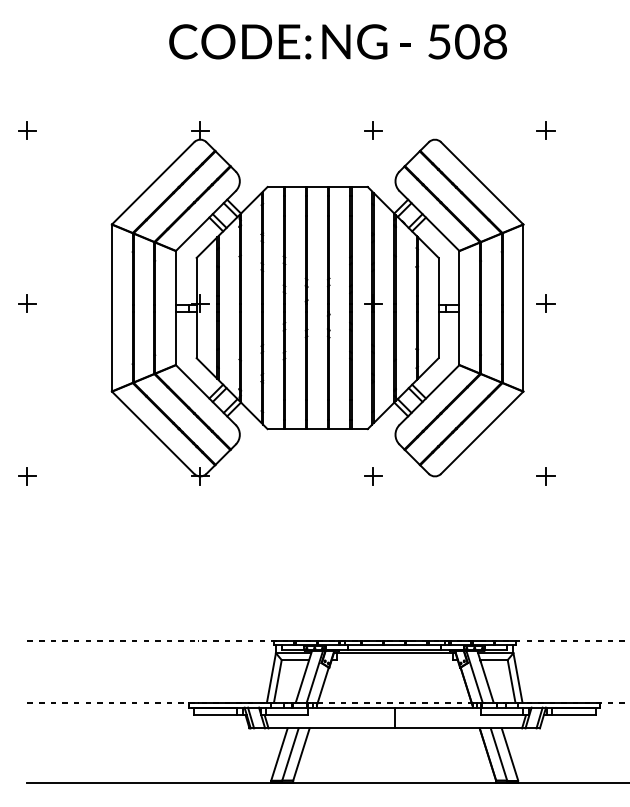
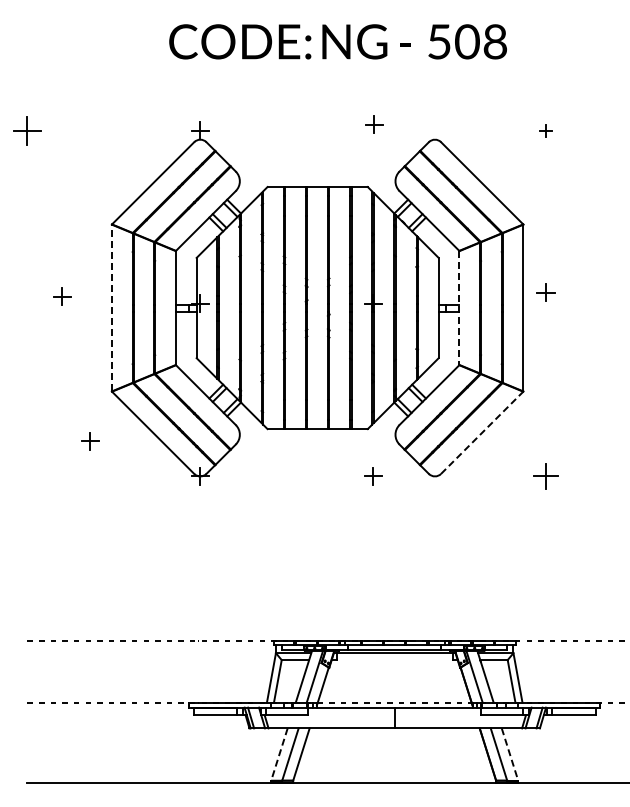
part at (27, 130) size: 19x19 px -> 29x30 px
part at (373, 130) position: (373, 130) -> (374, 124)
part at (545, 130) size: 20x19 px -> 14x14 px
part at (27, 303) position: (27, 303) -> (62, 296)
part at (545, 303) position: (545, 303) -> (545, 292)
line at (111, 307): solid -> dashed
line at (459, 308): solid -> dashed
line at (482, 432): solid -> dashed
part at (27, 476) position: (27, 476) -> (90, 441)
part at (545, 476) size: 20x19 px -> 26x27 px
line at (279, 755): solid -> dashed
line at (510, 755): solid -> dashed
